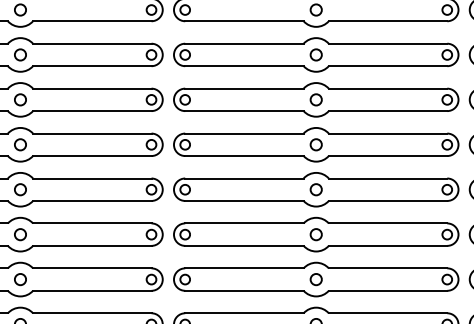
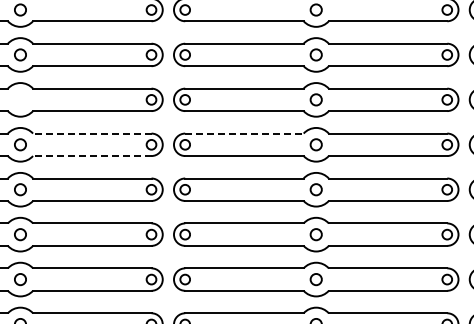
circle at (20, 99): present -> none
line at (91, 133): solid -> dashed
line at (244, 133): solid -> dashed
line at (91, 156): solid -> dashed
